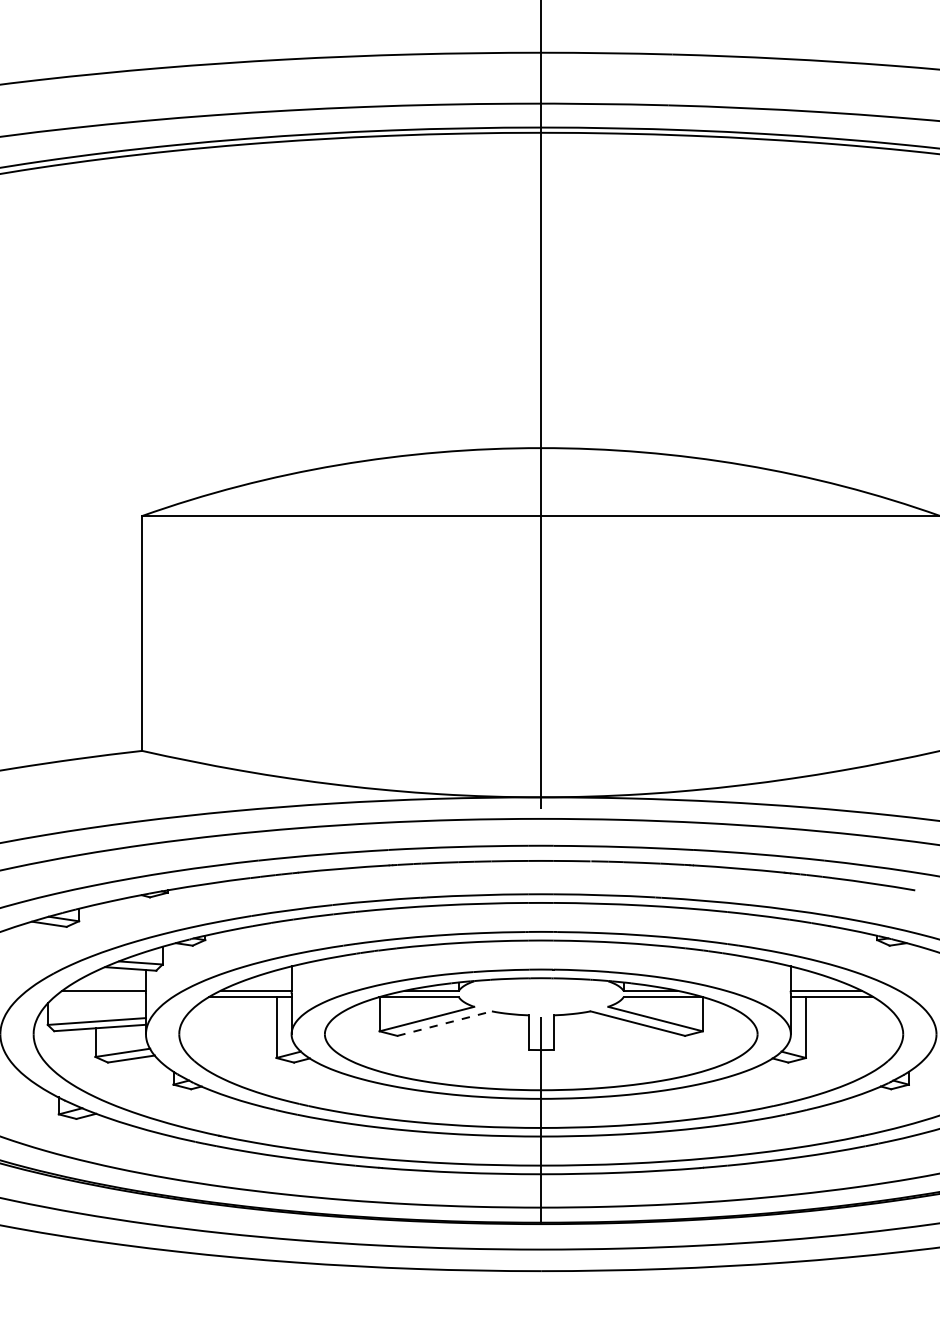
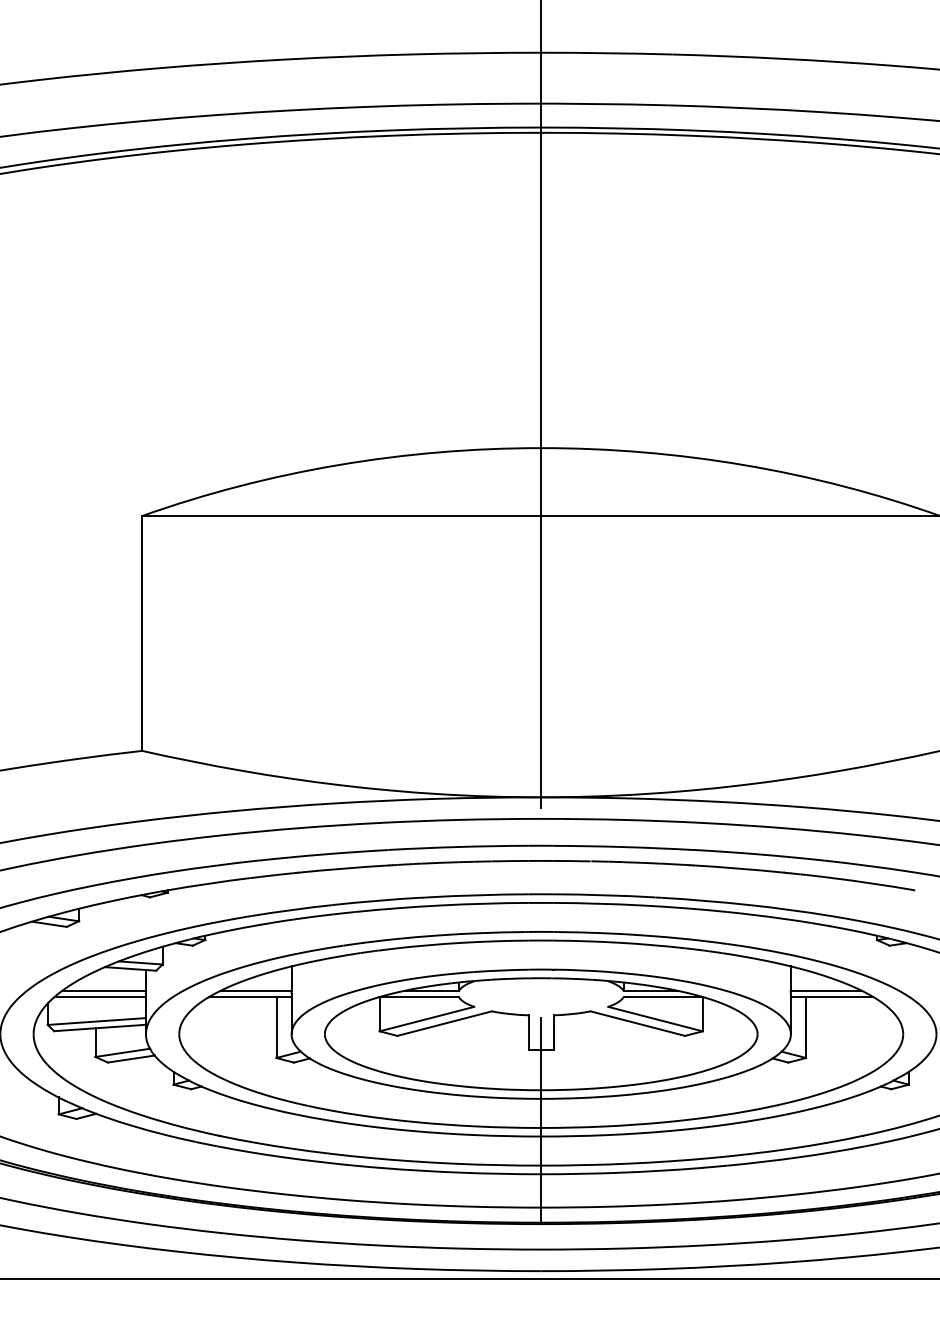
line at (100, 997): none -> present
line at (444, 1023): dashed -> solid
line at (469, 1278): none -> present
